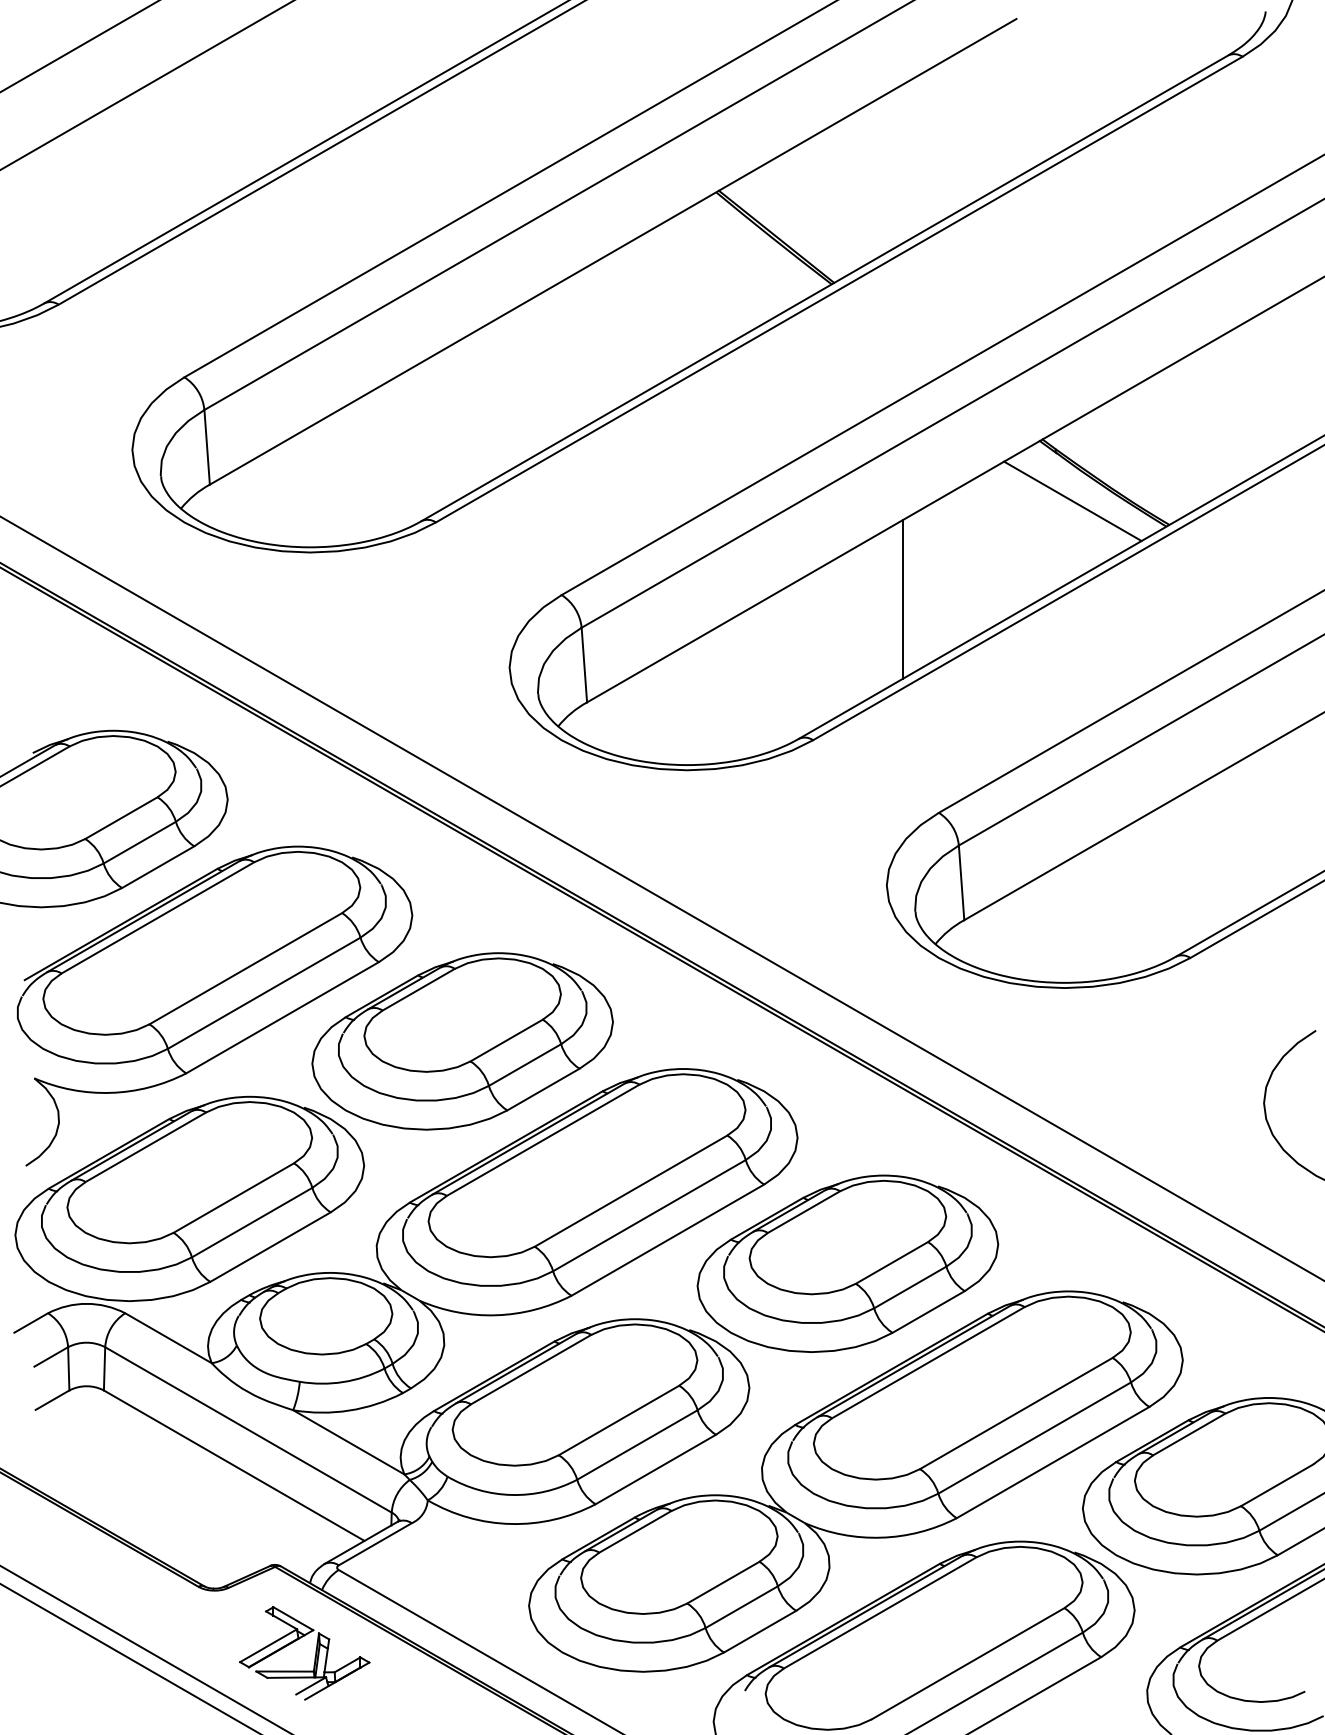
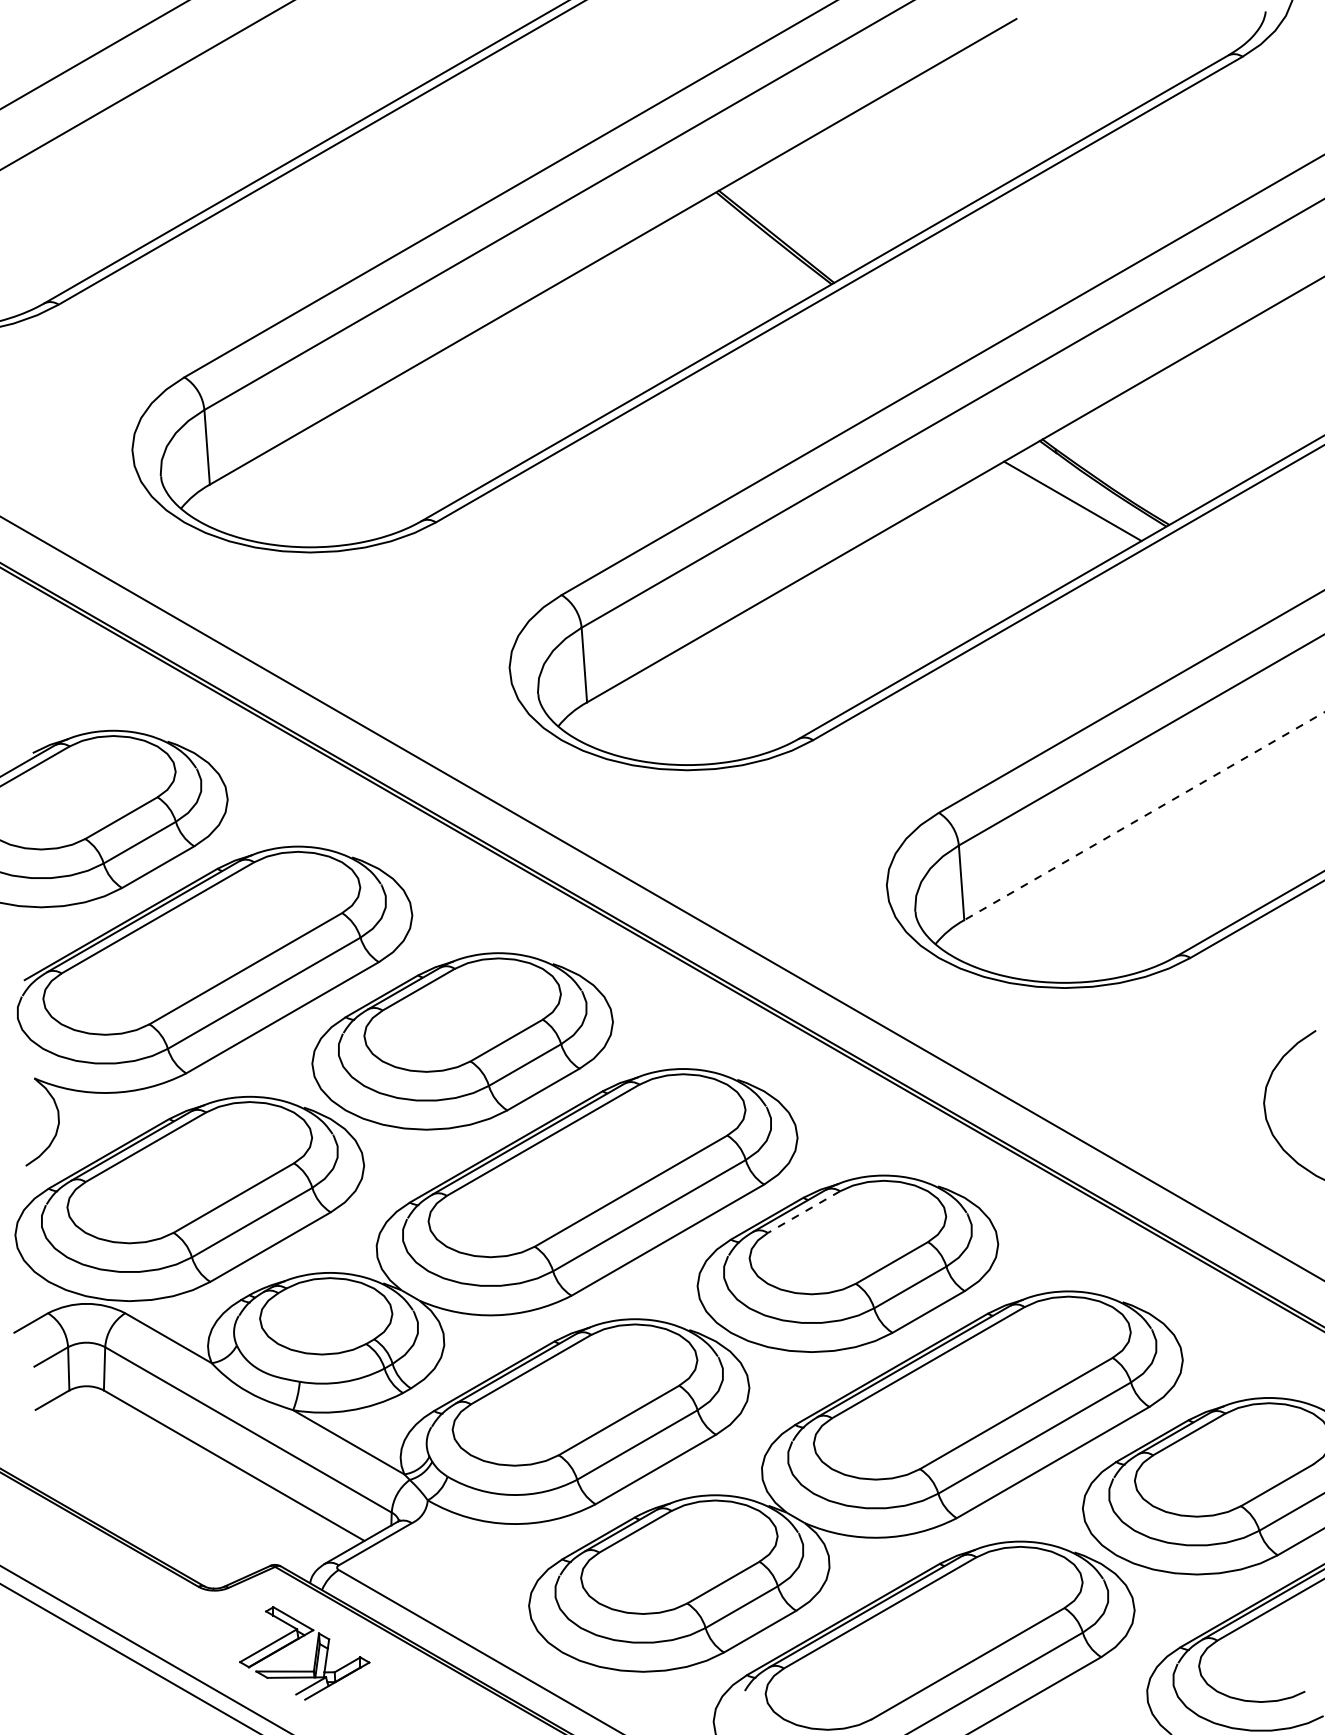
line at (79, 46) position: (79, 46) -> (93, 55)
line at (902, 599): present -> none
line at (1144, 816): solid -> dashed
line at (803, 1212): solid -> dashed
